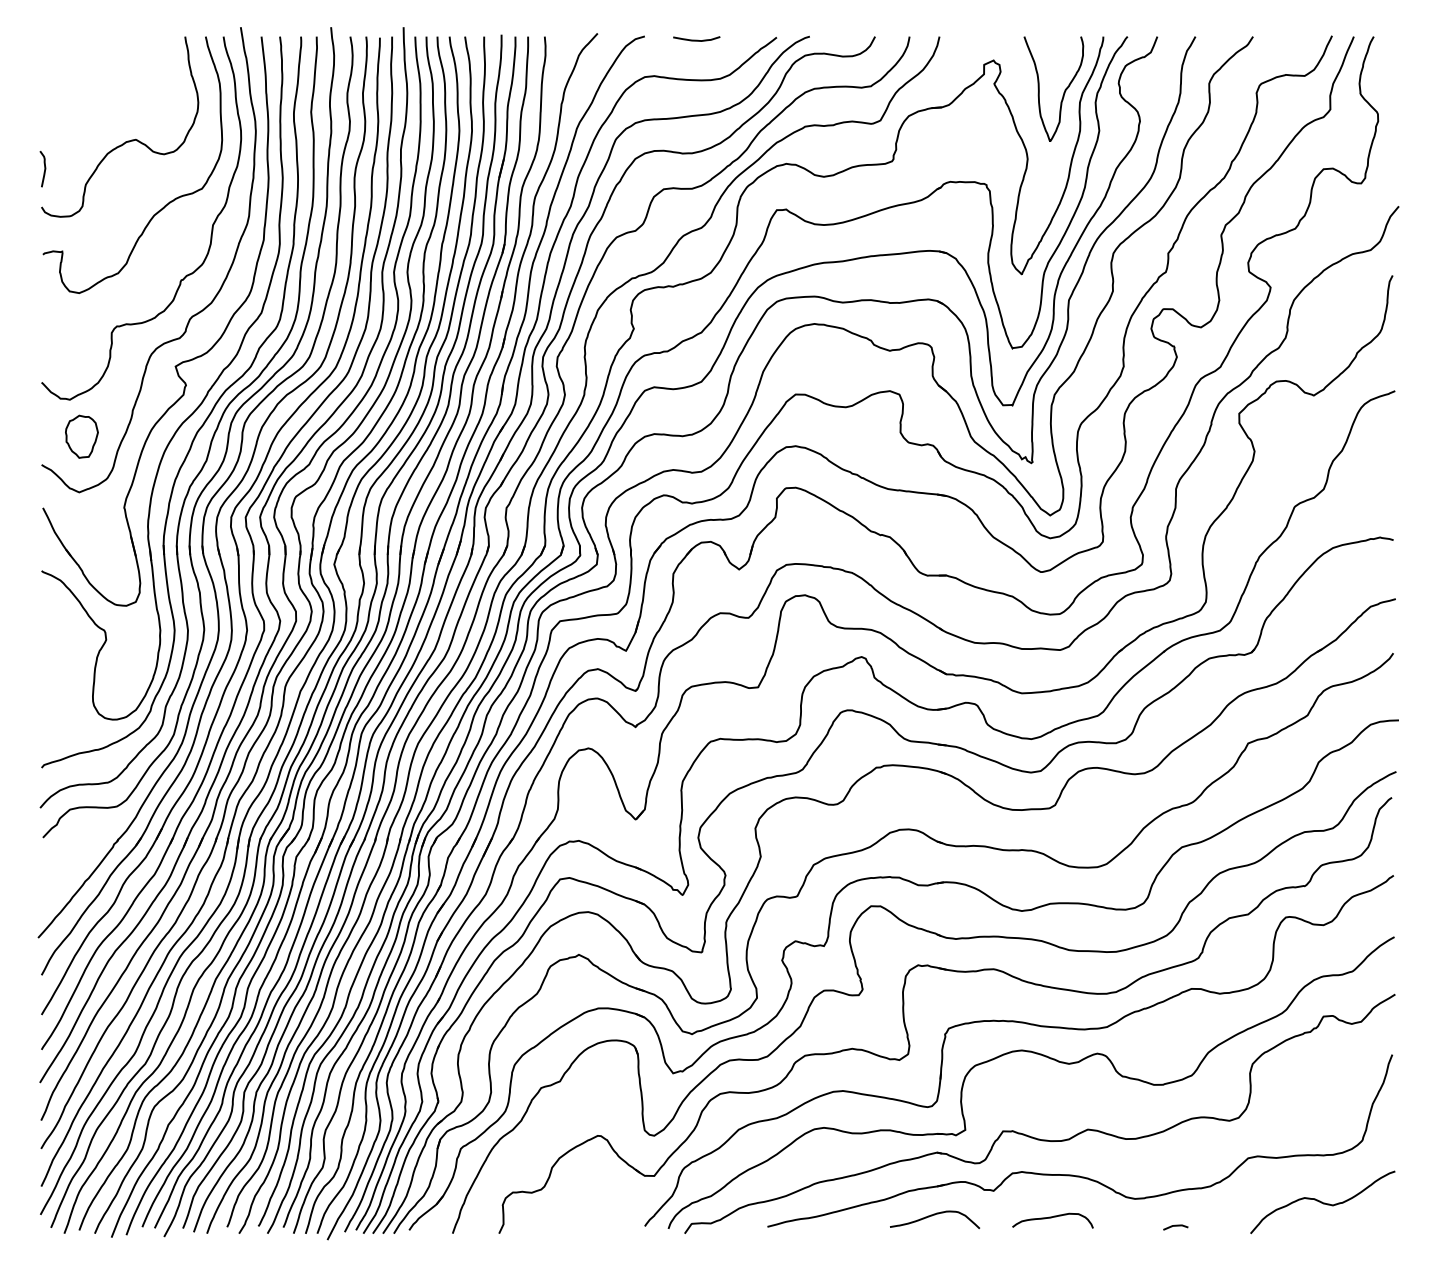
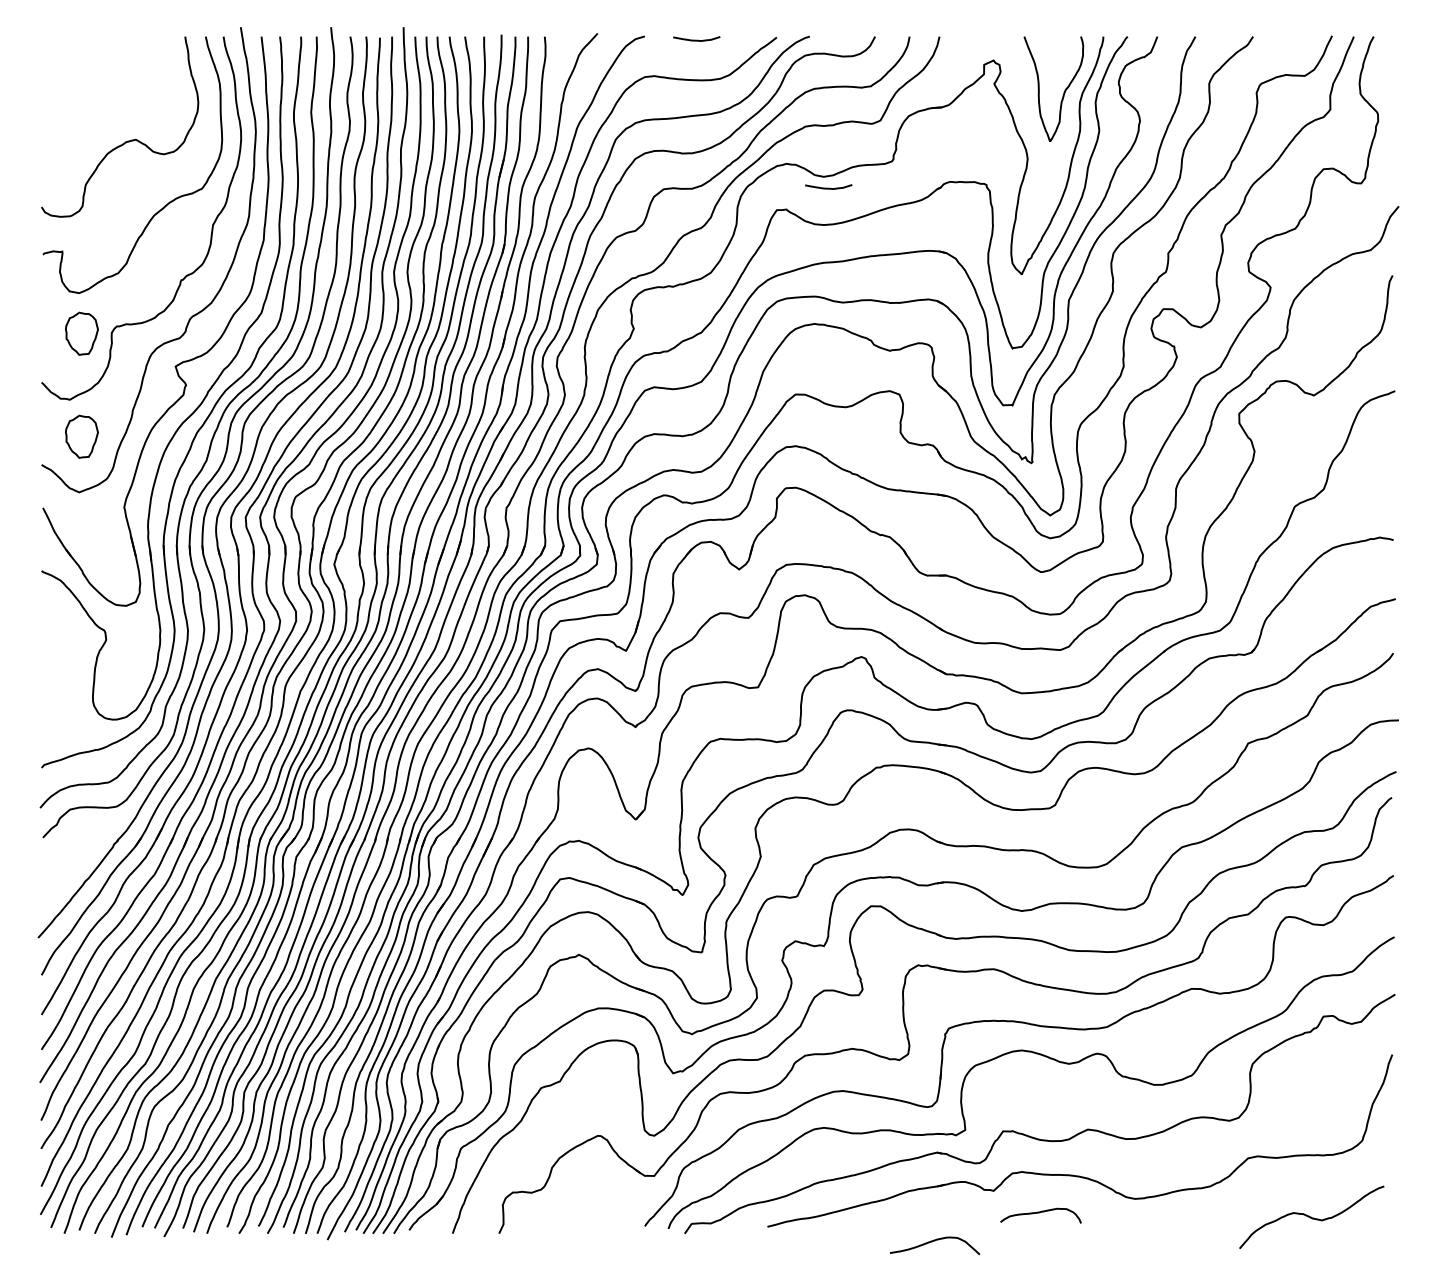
curve at (44, 169): present -> none
curve at (828, 187): none -> present
part at (81, 333): none -> present
curve at (1322, 1202) position: (1322, 1202) -> (1311, 1217)
curve at (935, 1215) position: (935, 1215) -> (935, 1241)
curve at (1051, 1218) position: (1051, 1218) -> (1039, 1213)
line at (1175, 1226): present -> none
